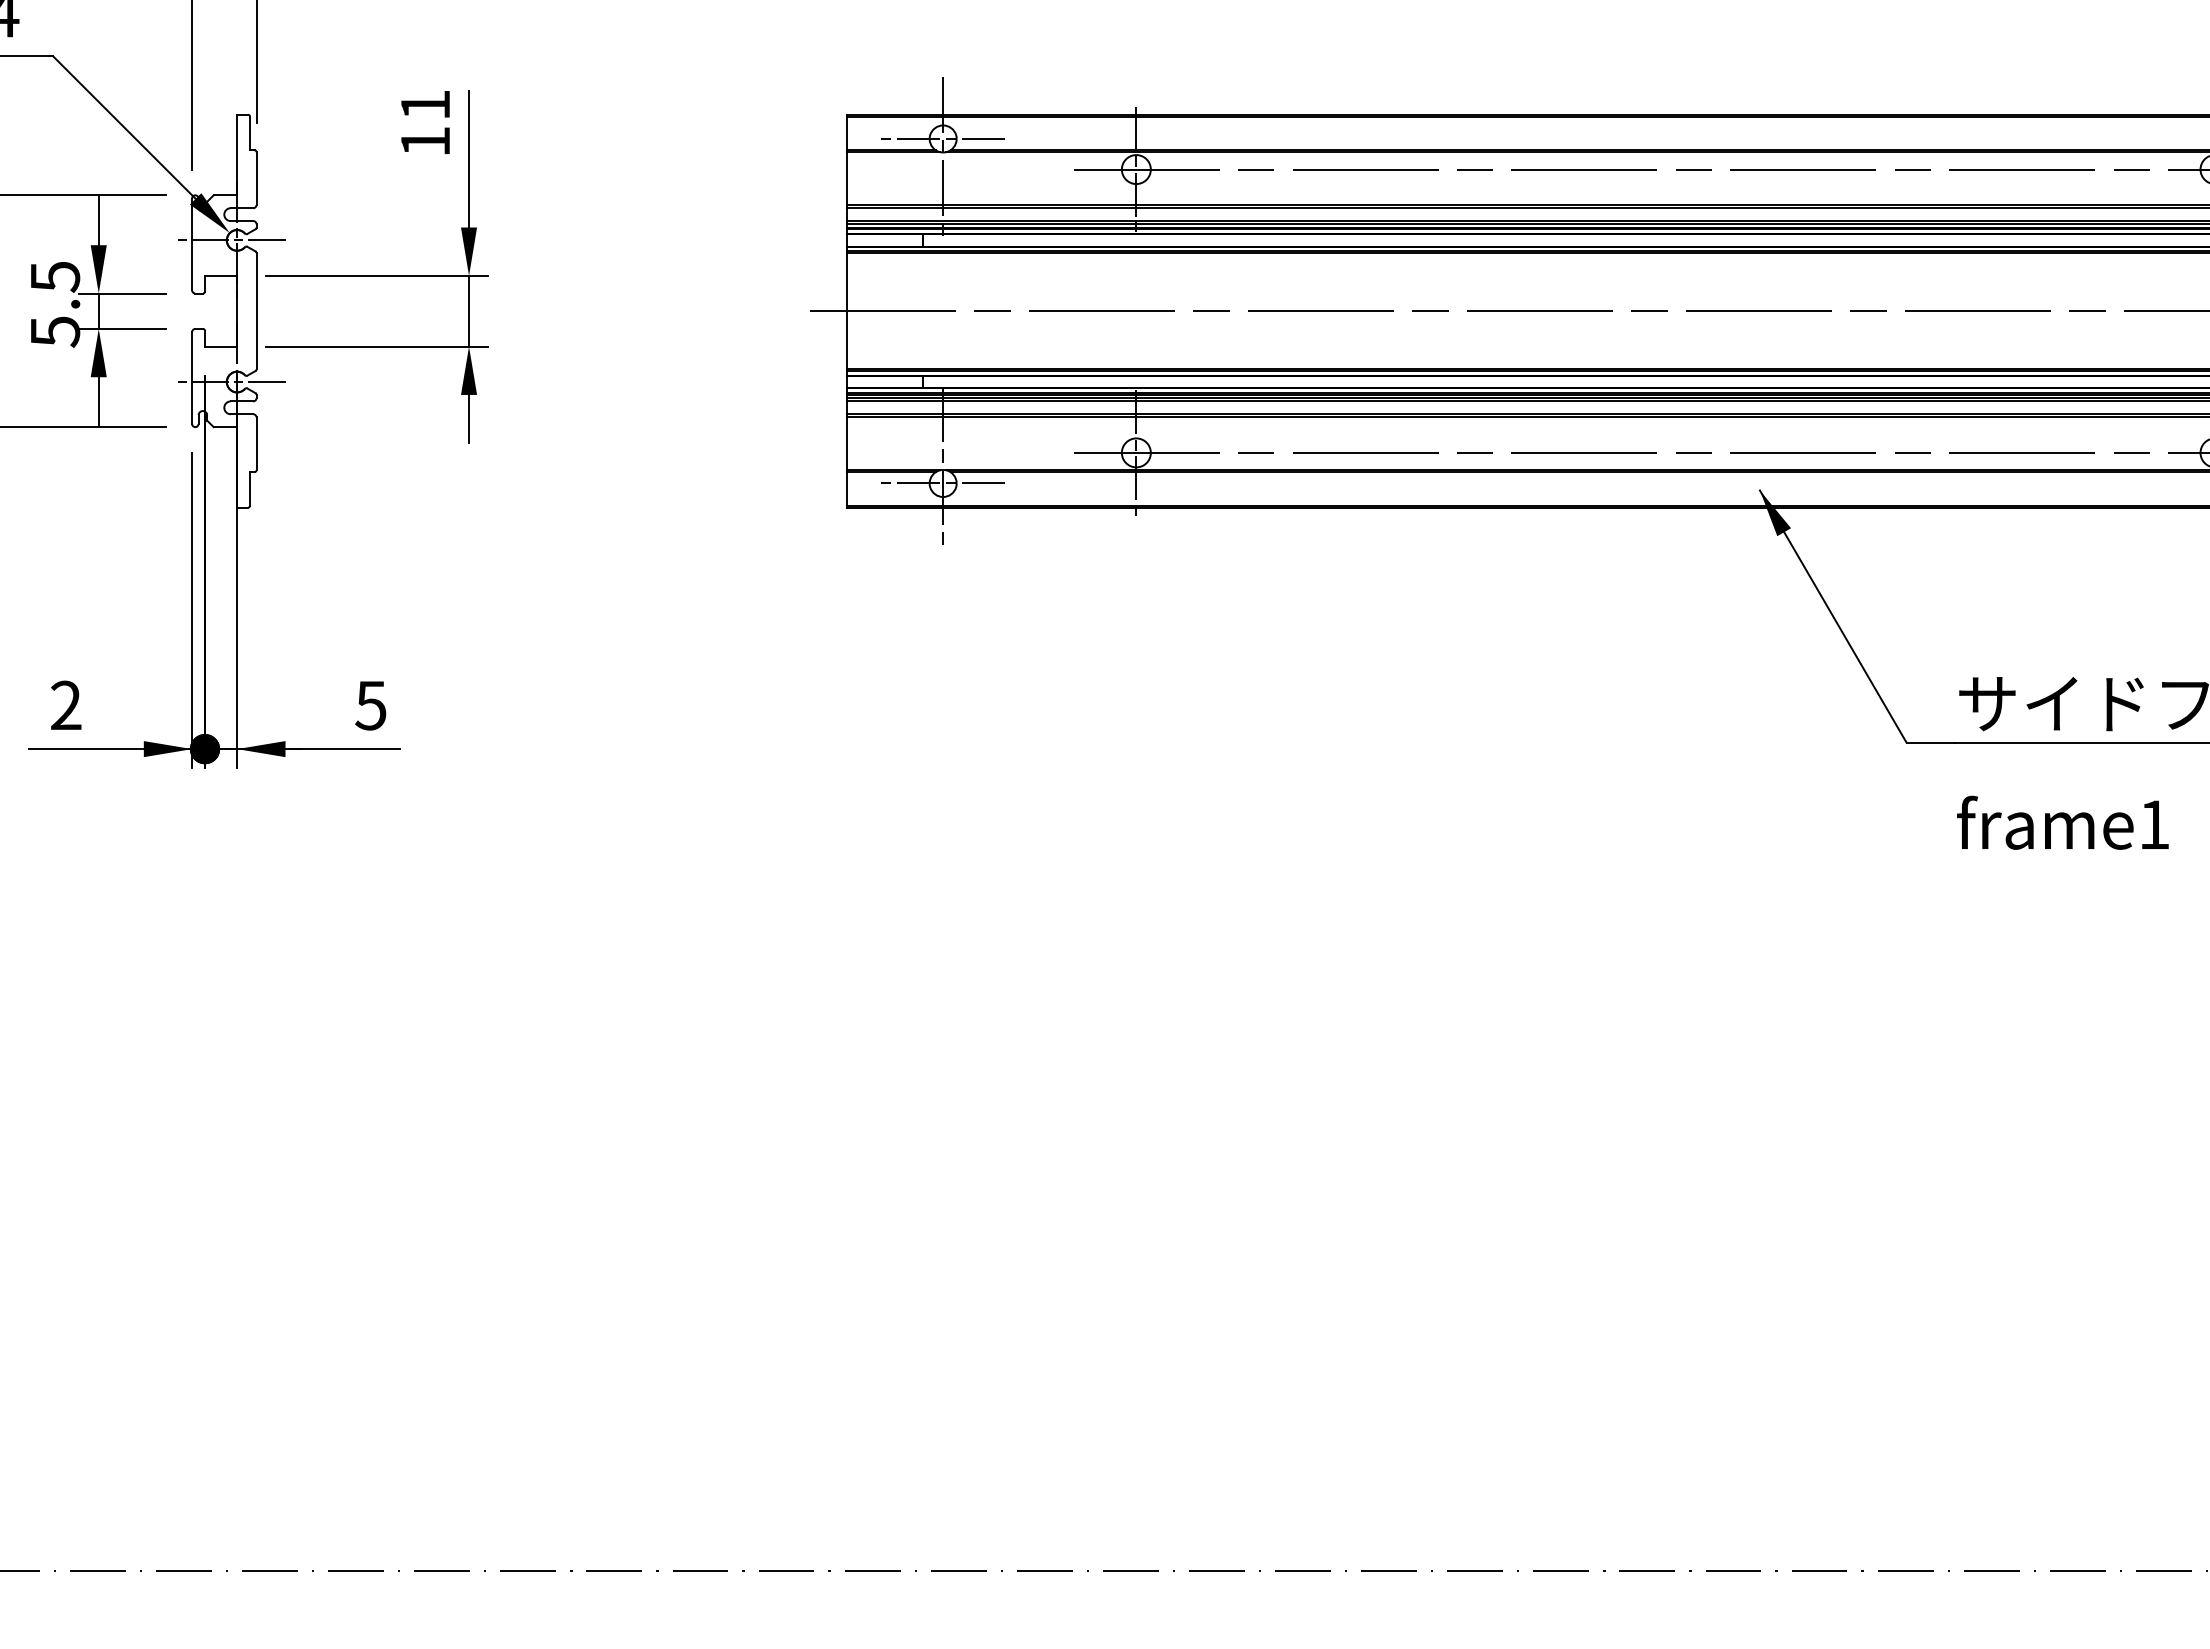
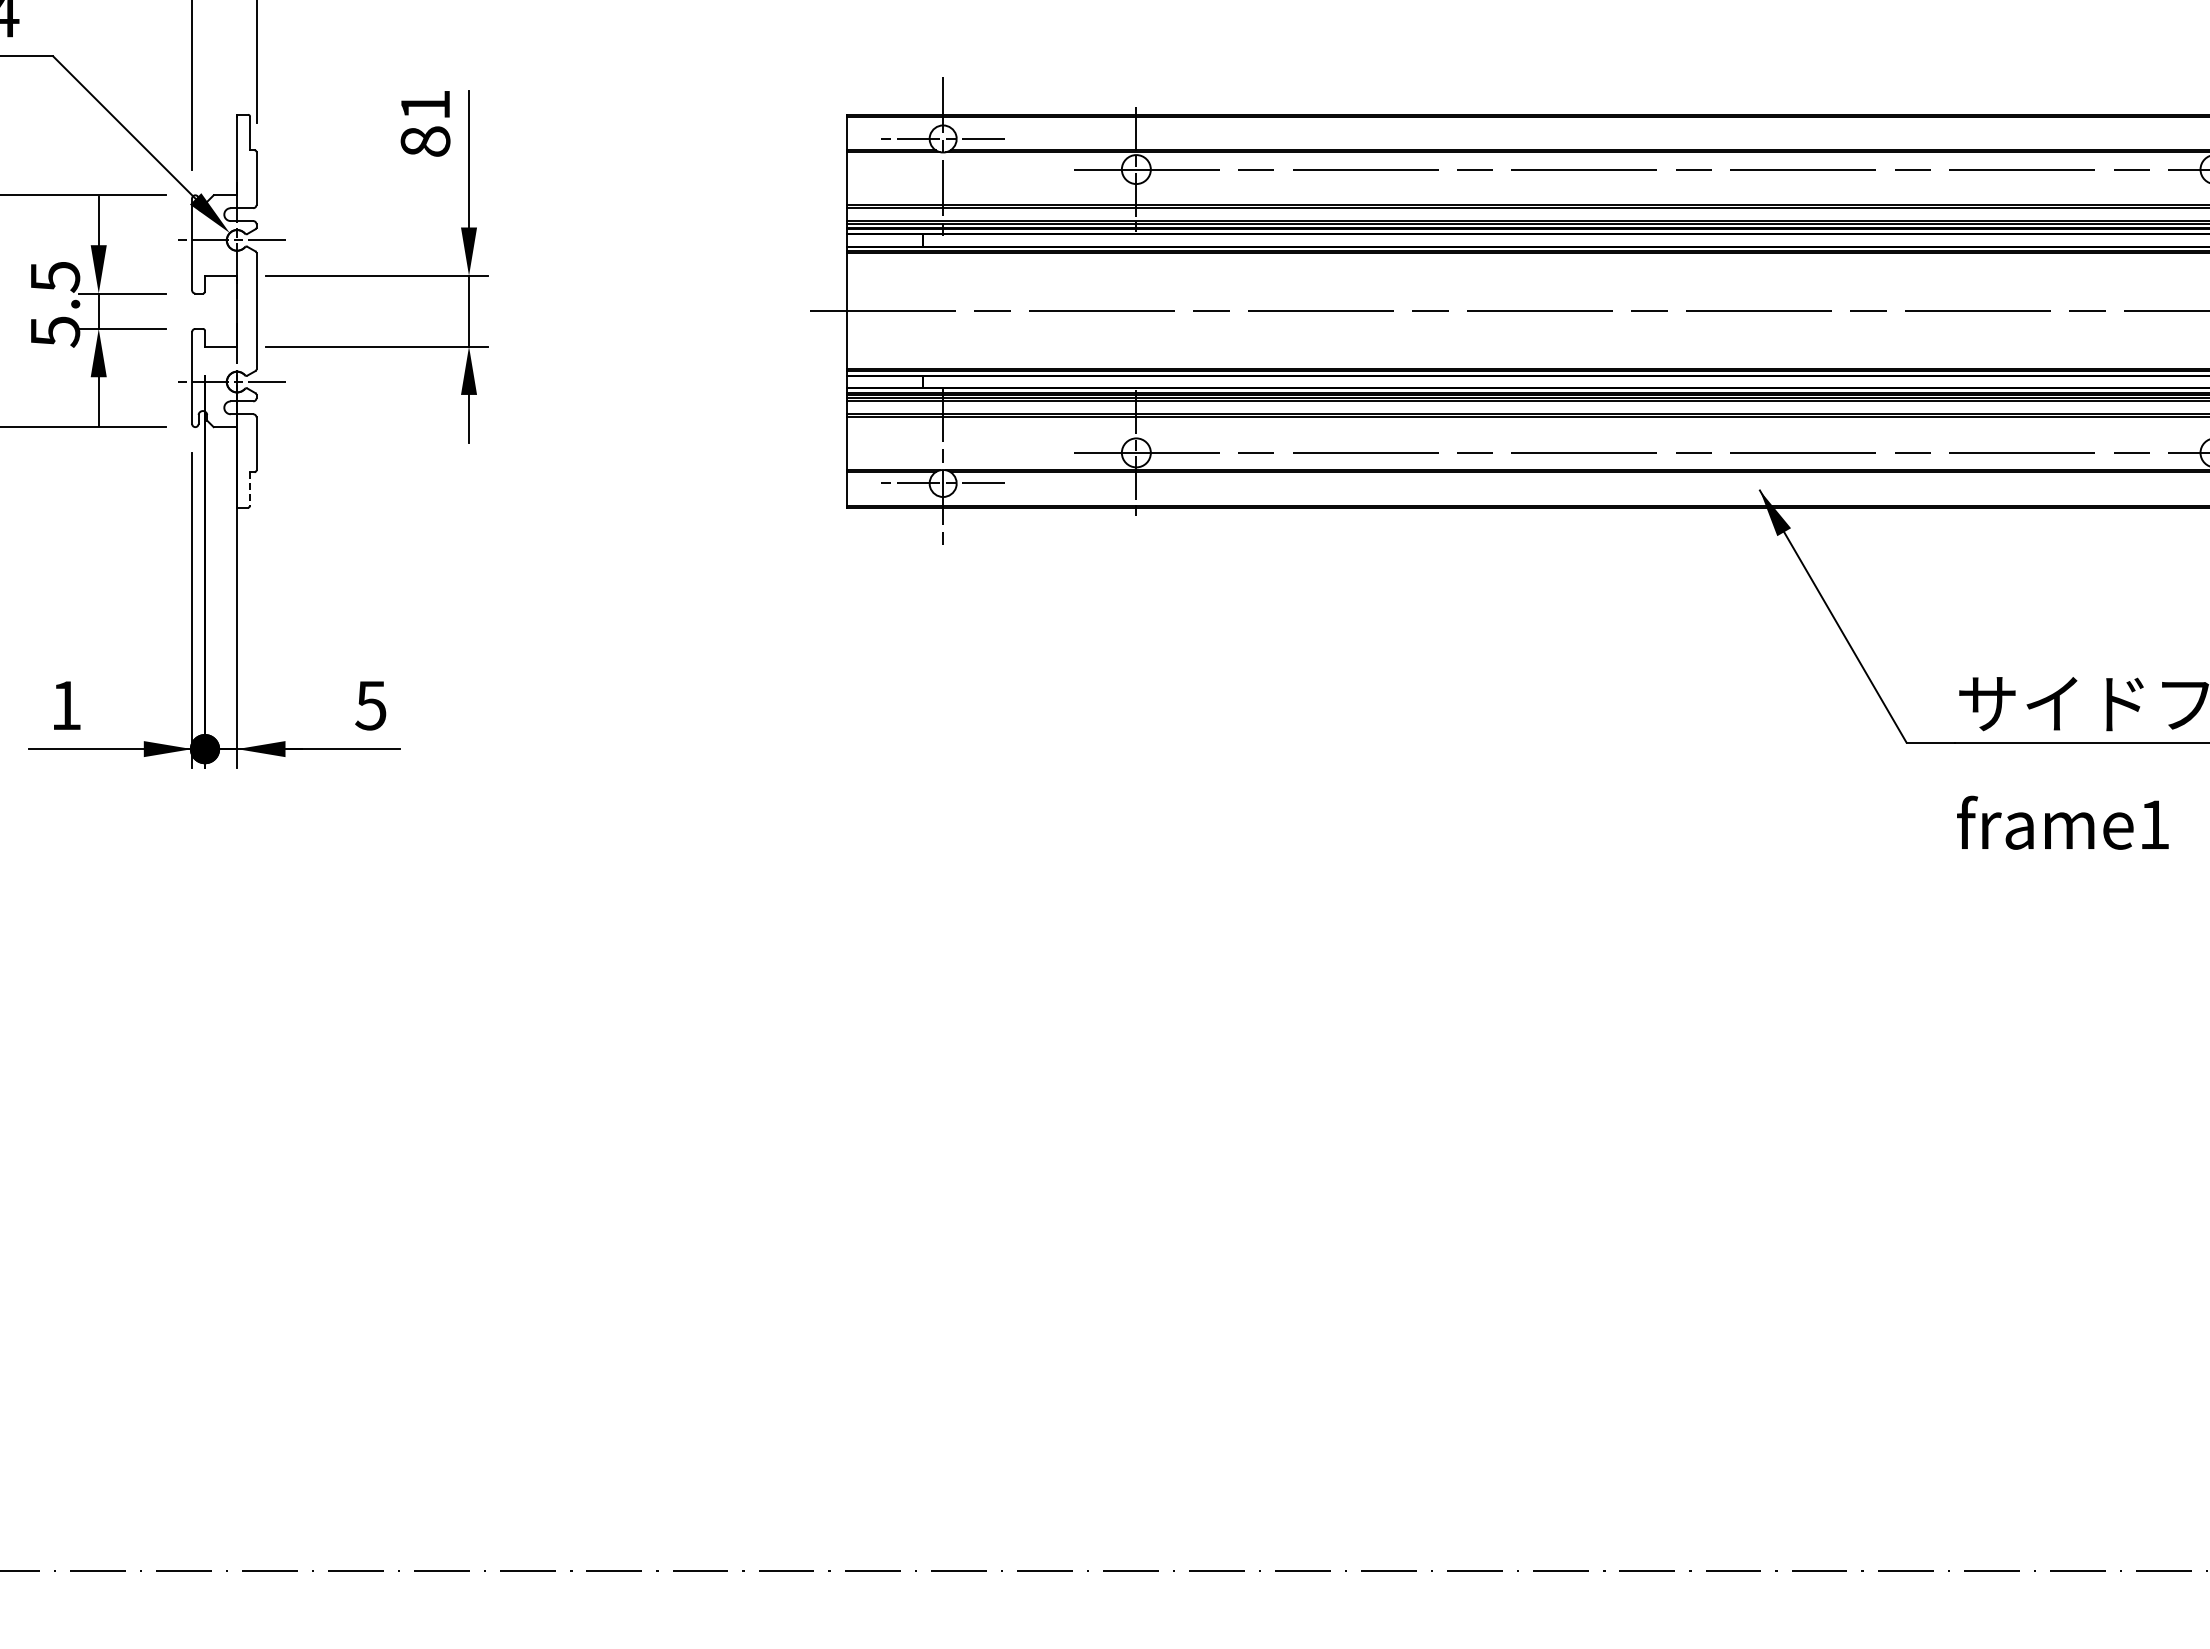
text at (425, 141): 11 -> 81
line at (250, 488): solid -> dashed
text at (66, 704): 2 -> 1
